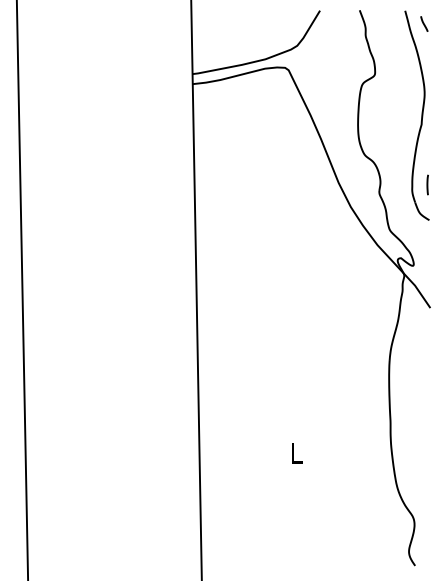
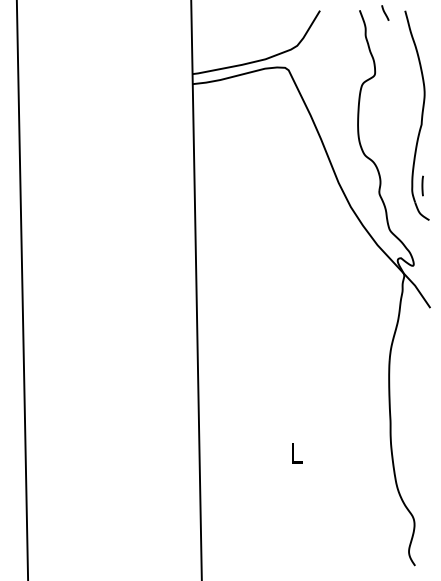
line at (424, 23) position: (424, 23) -> (385, 12)
line at (427, 184) position: (427, 184) -> (422, 185)
